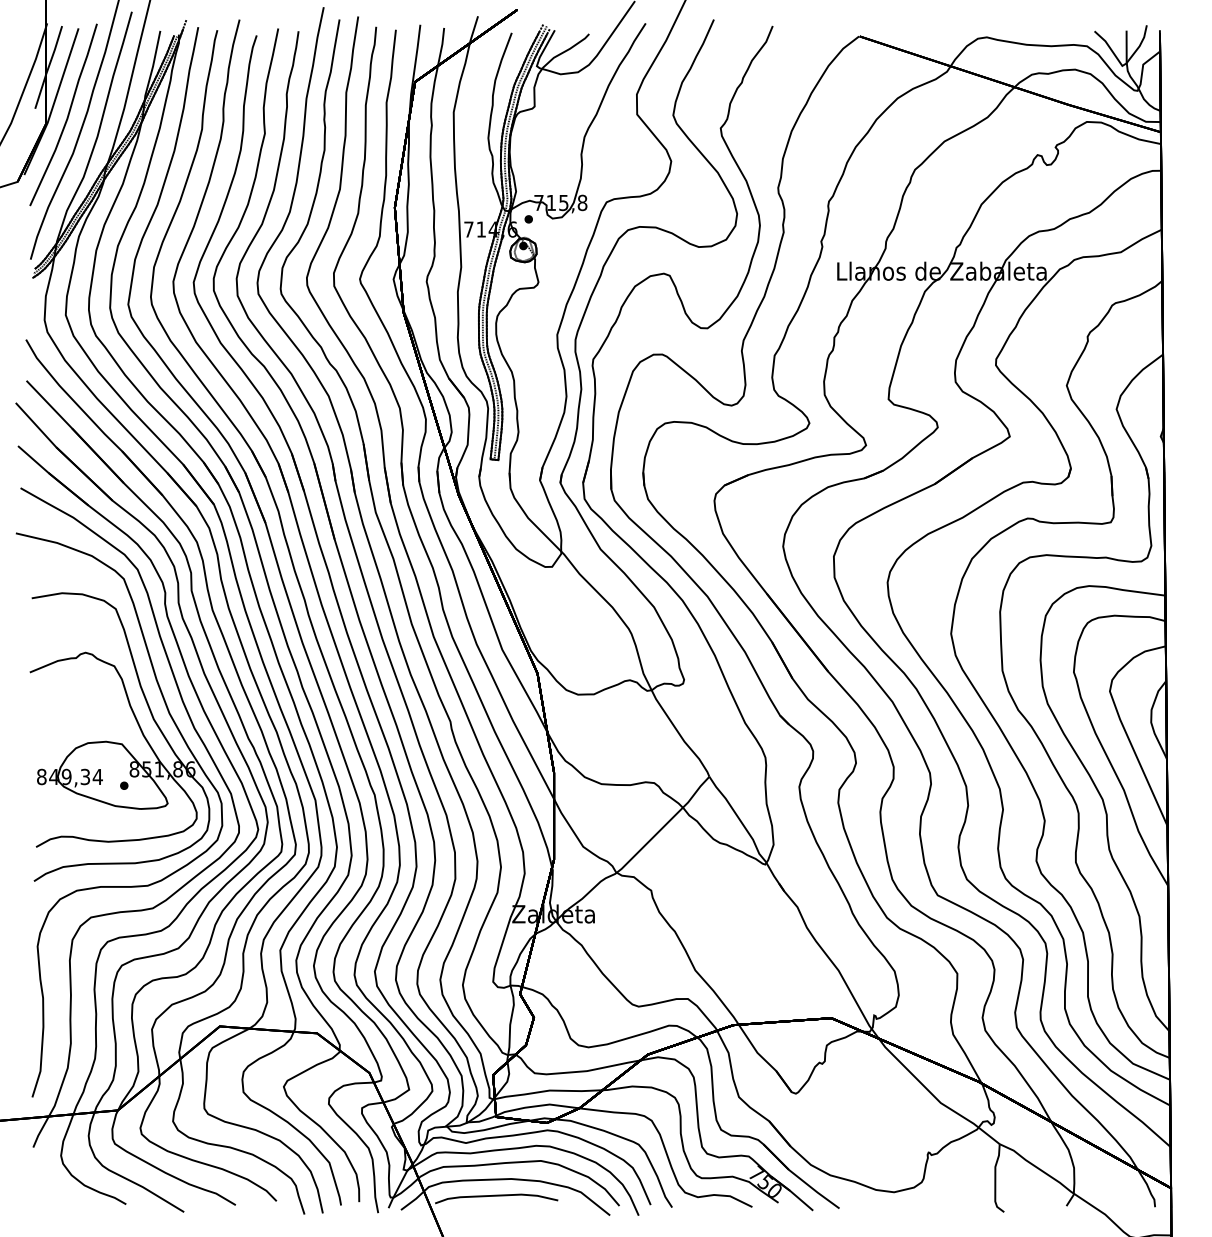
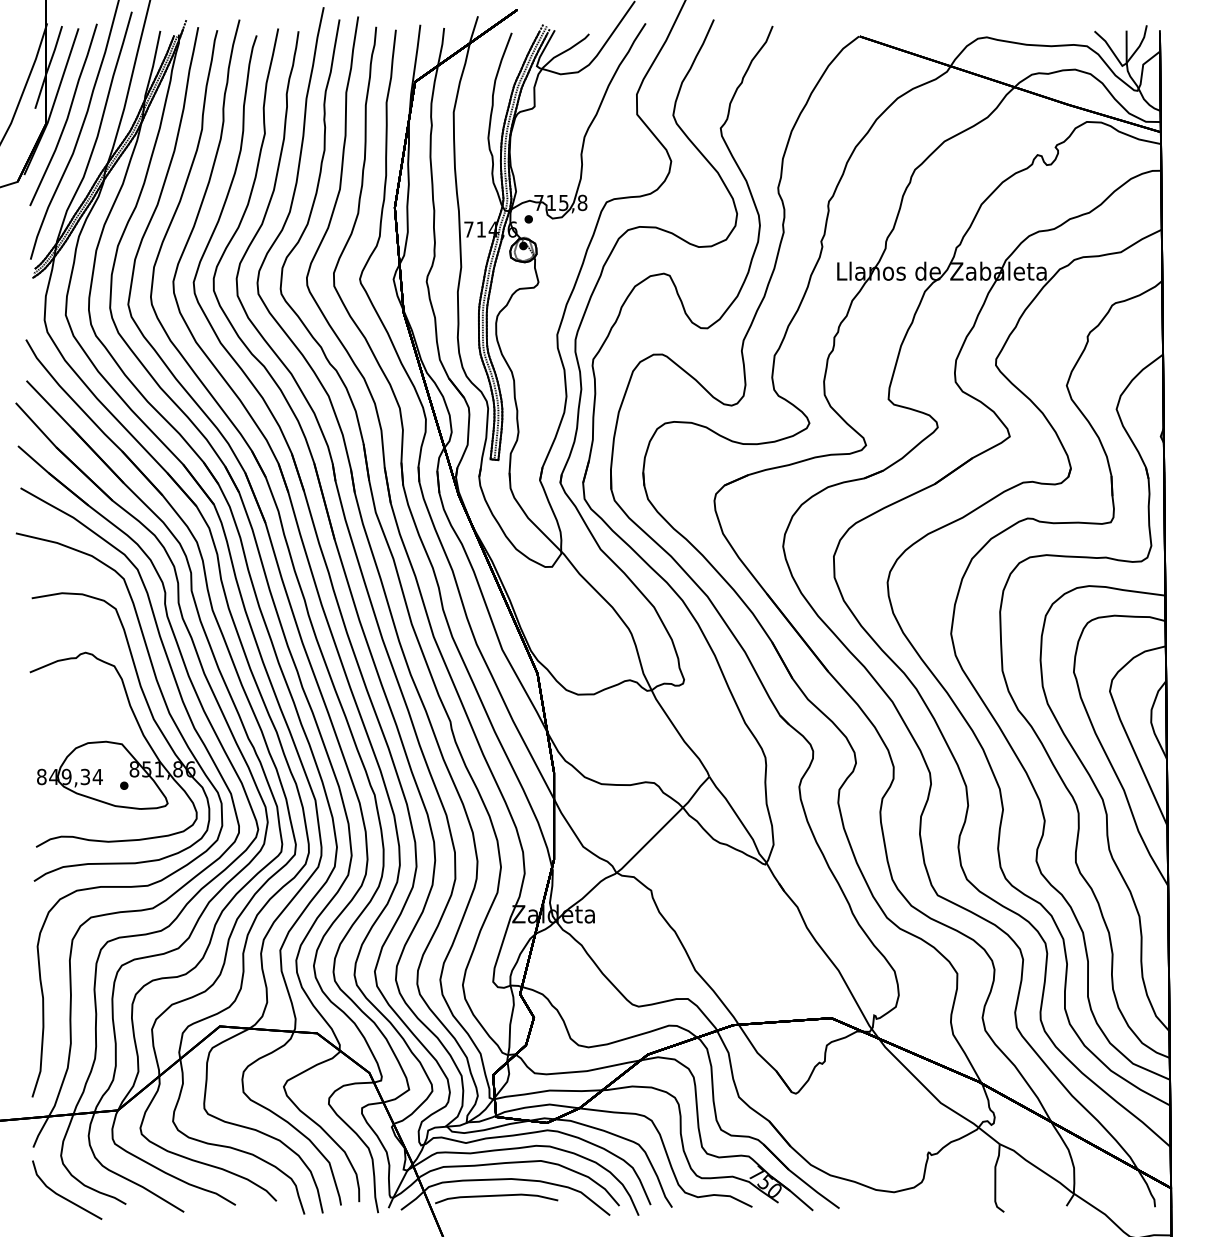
line at (63, 1196): none -> present
